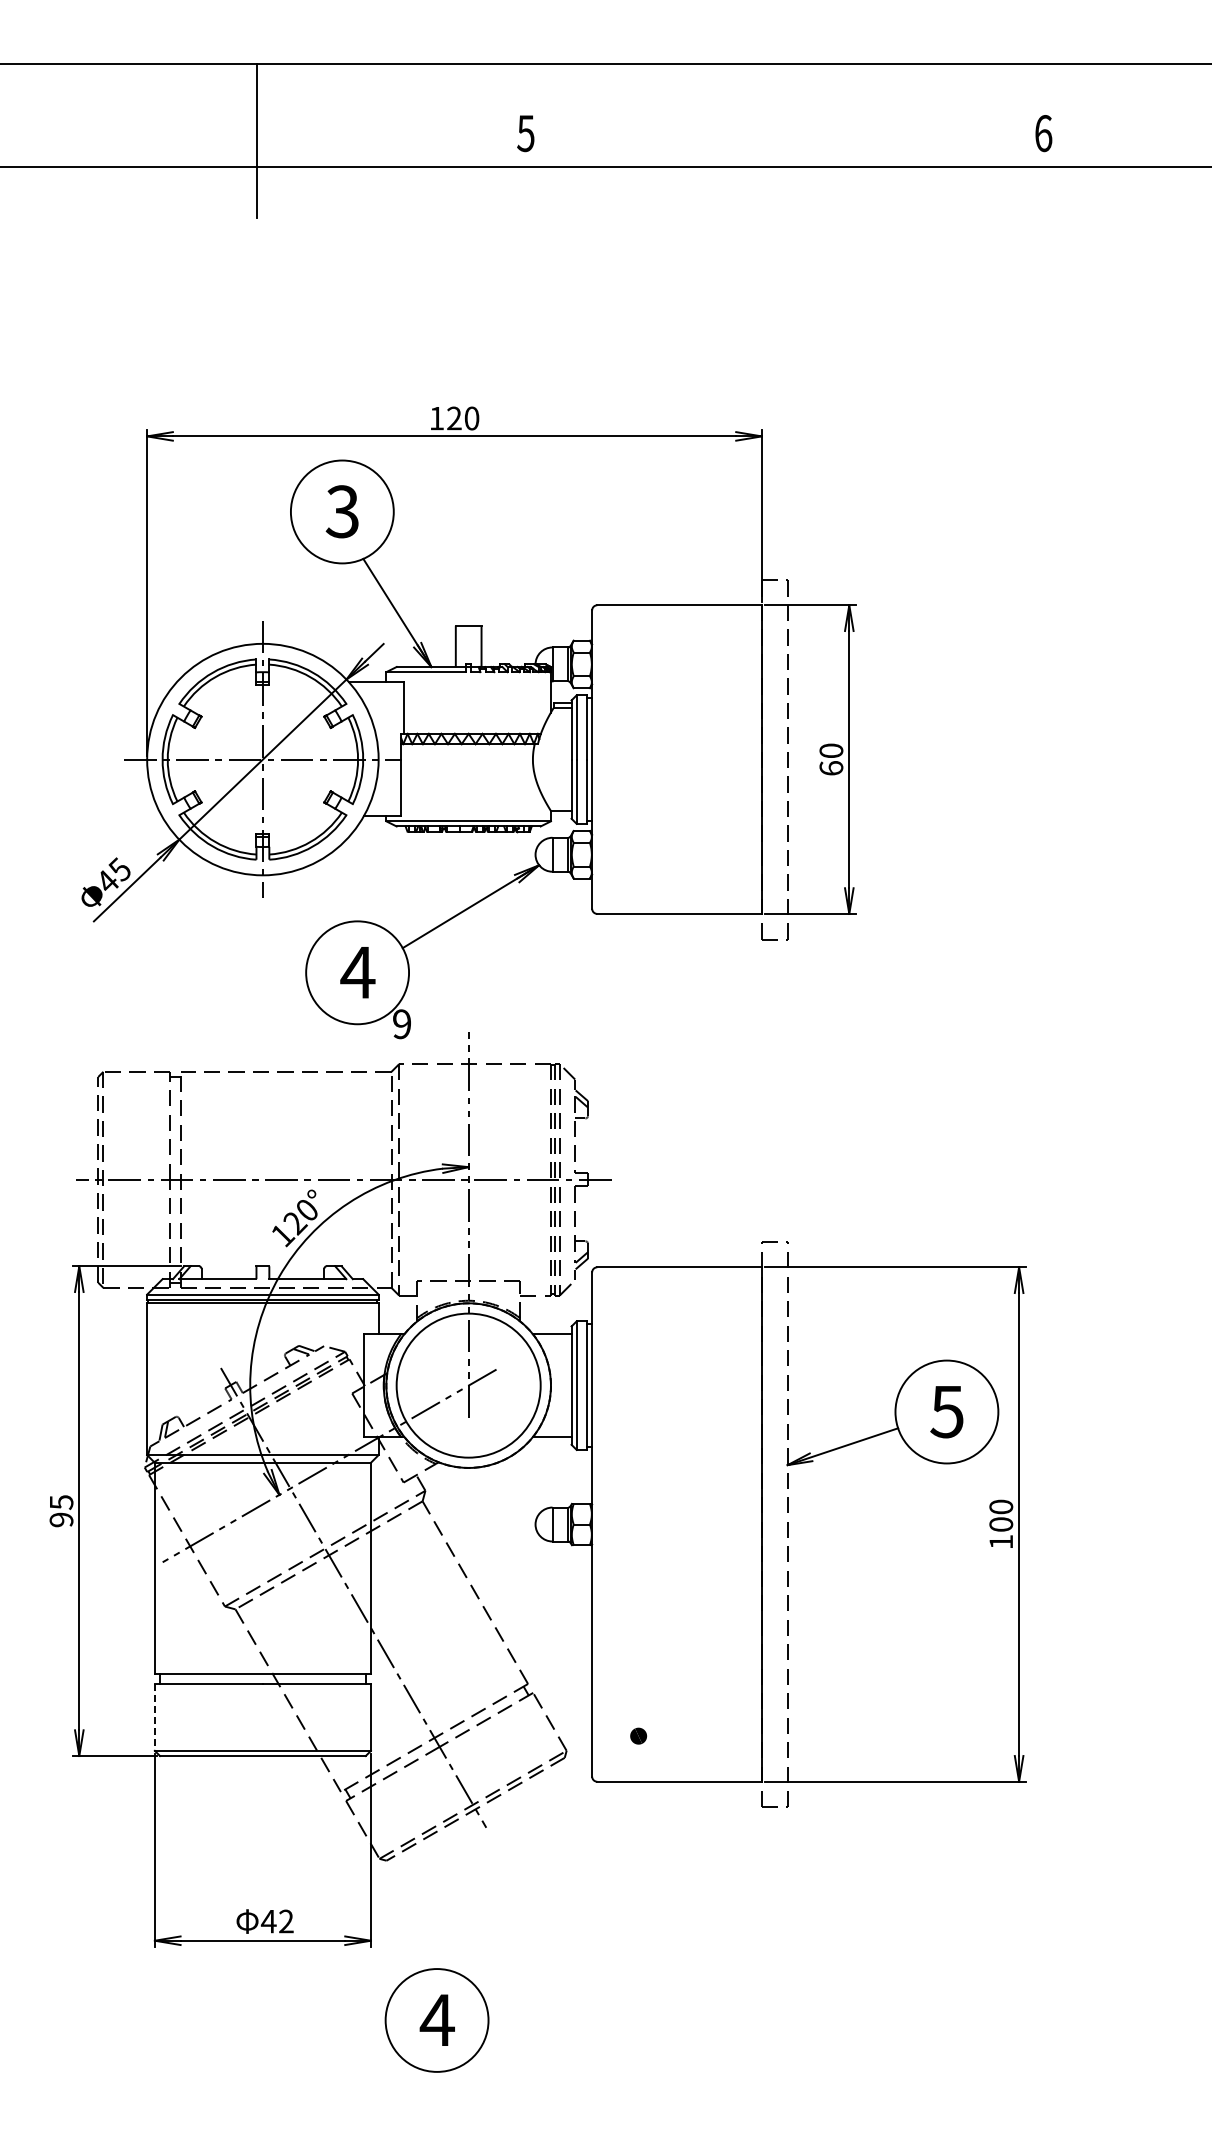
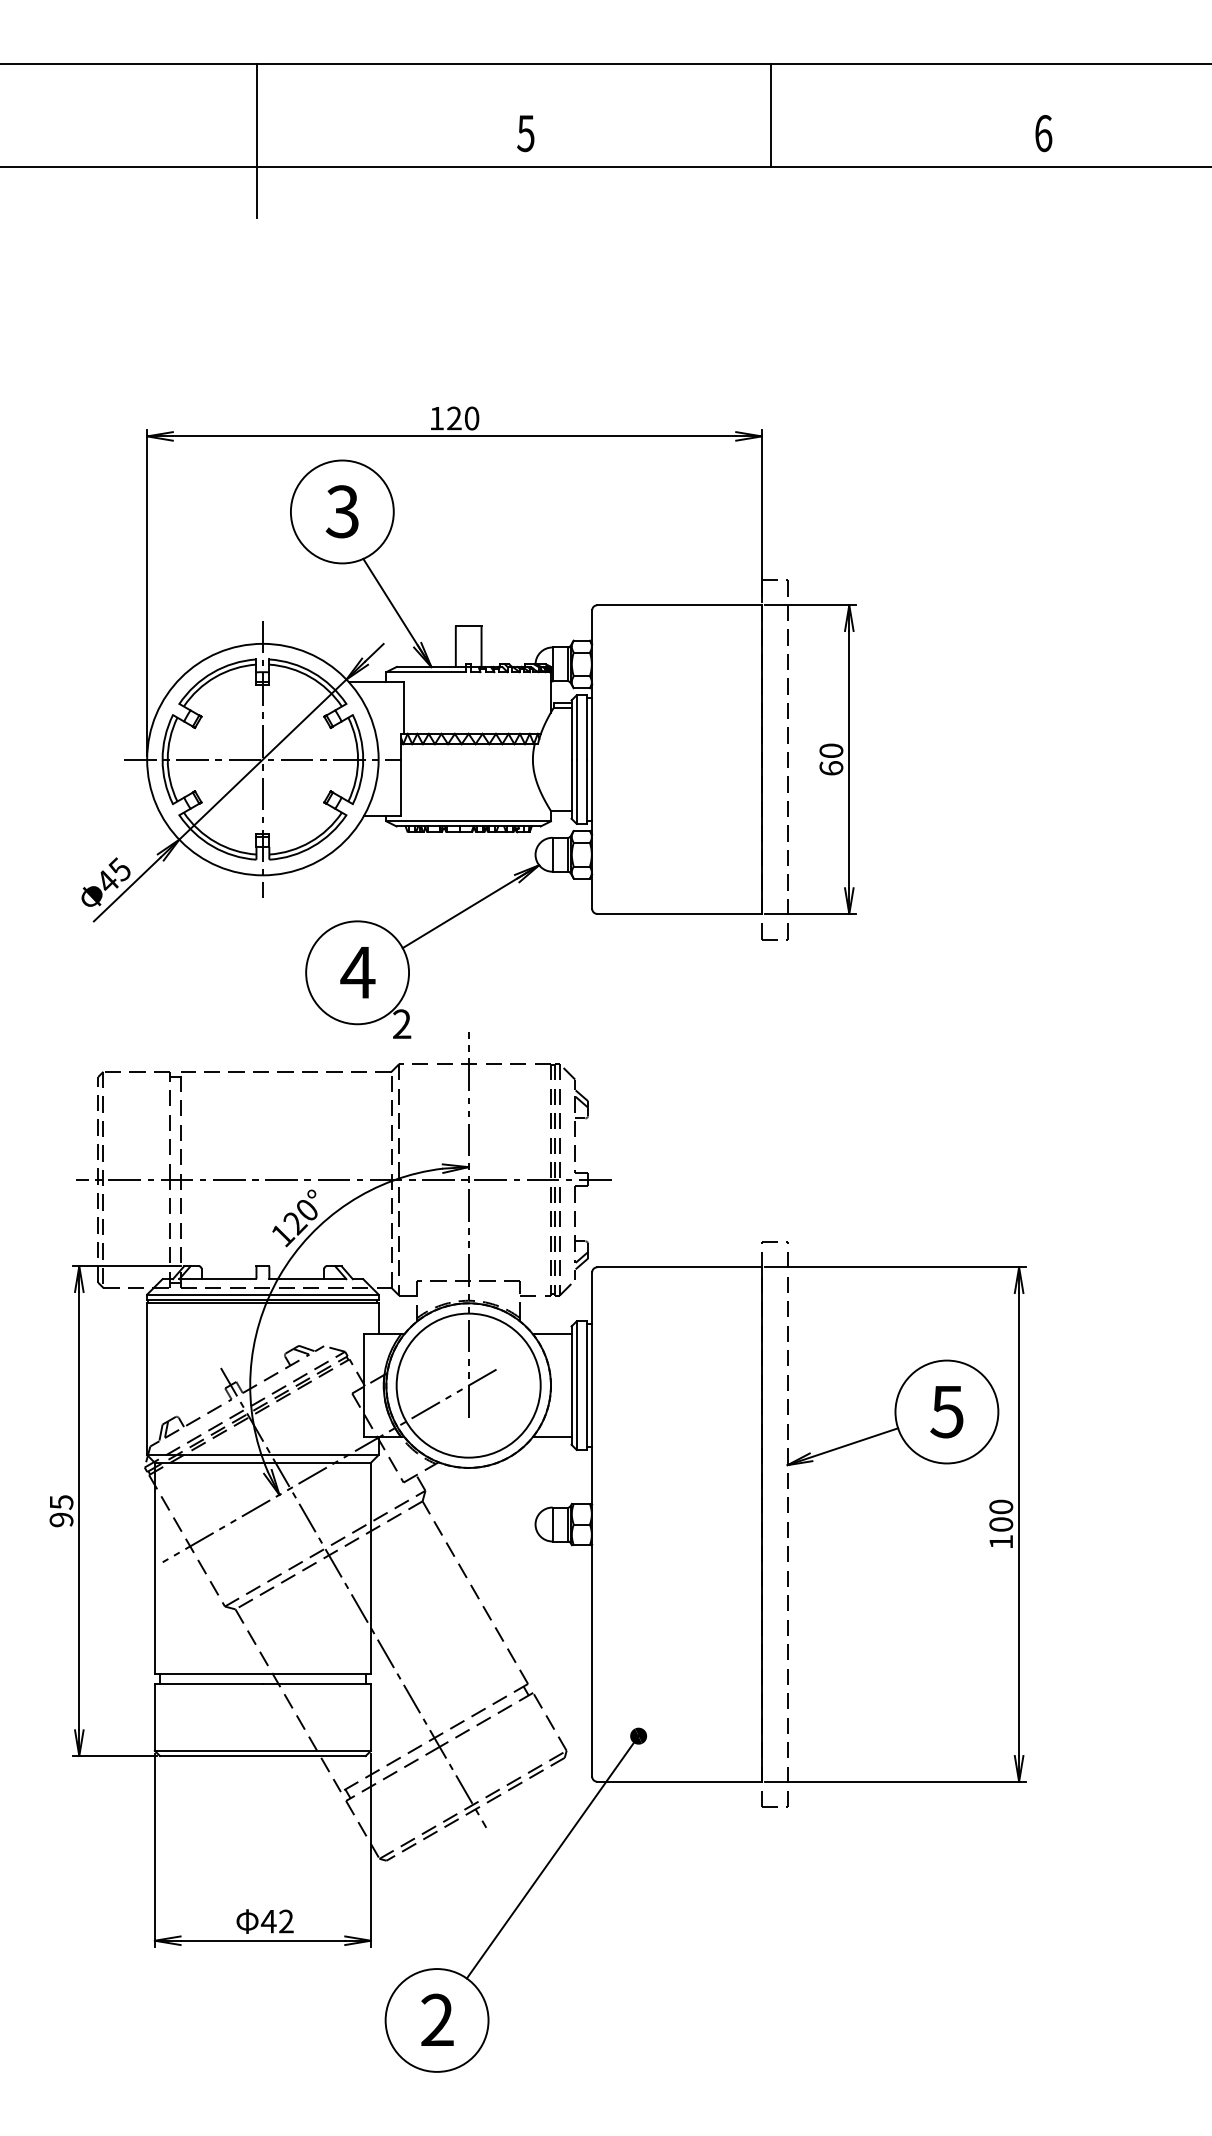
line at (771, 115): none -> present
text at (402, 1024): 9 -> 2
line at (154, 1717): dashed -> solid
line at (552, 1857): none -> present
text at (436, 2019): 4 -> 2
